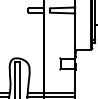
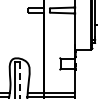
line at (19, 81): solid -> dashed
